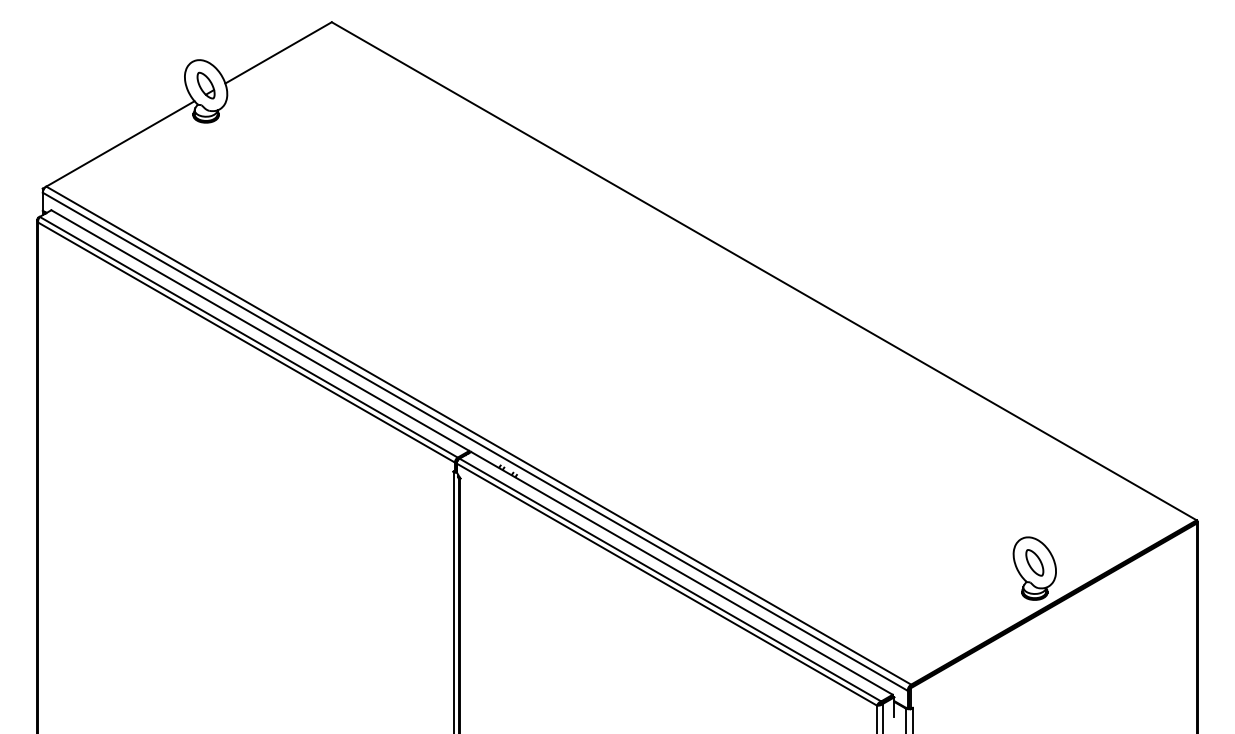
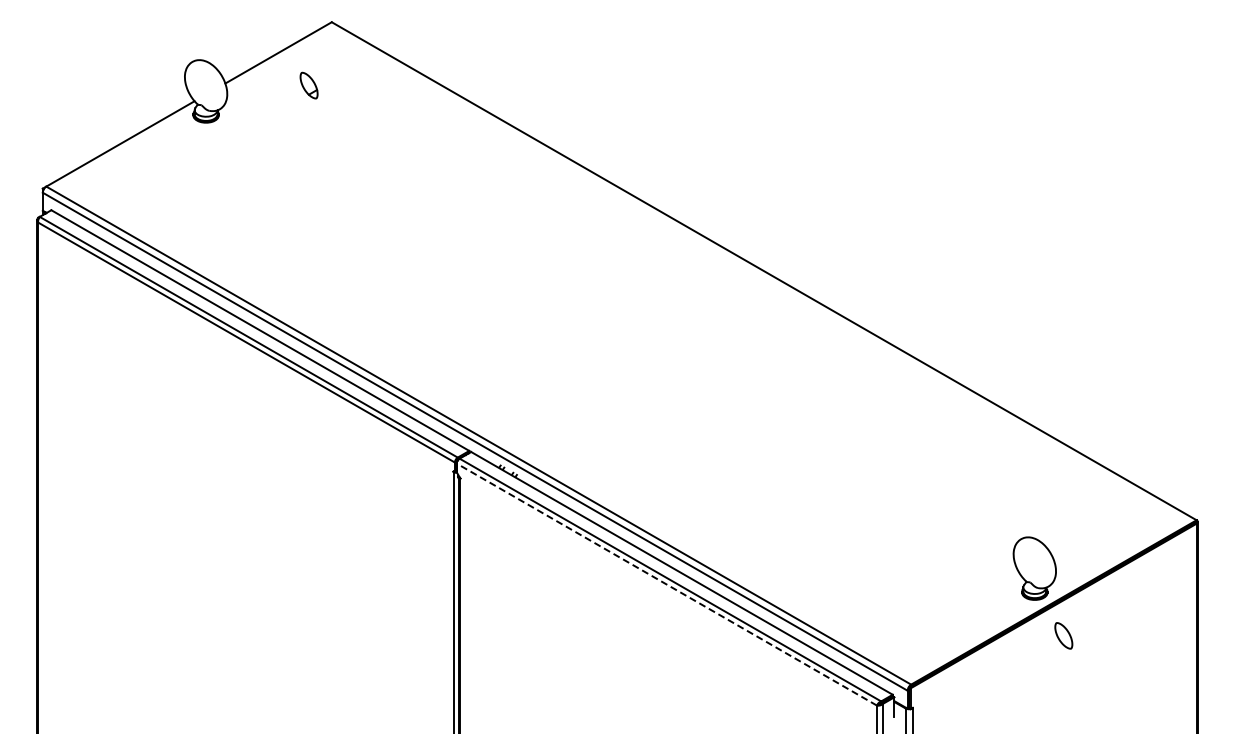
part at (205, 85) position: (205, 85) -> (308, 85)
part at (1034, 562) position: (1034, 562) -> (1063, 635)
line at (666, 584): solid -> dashed
